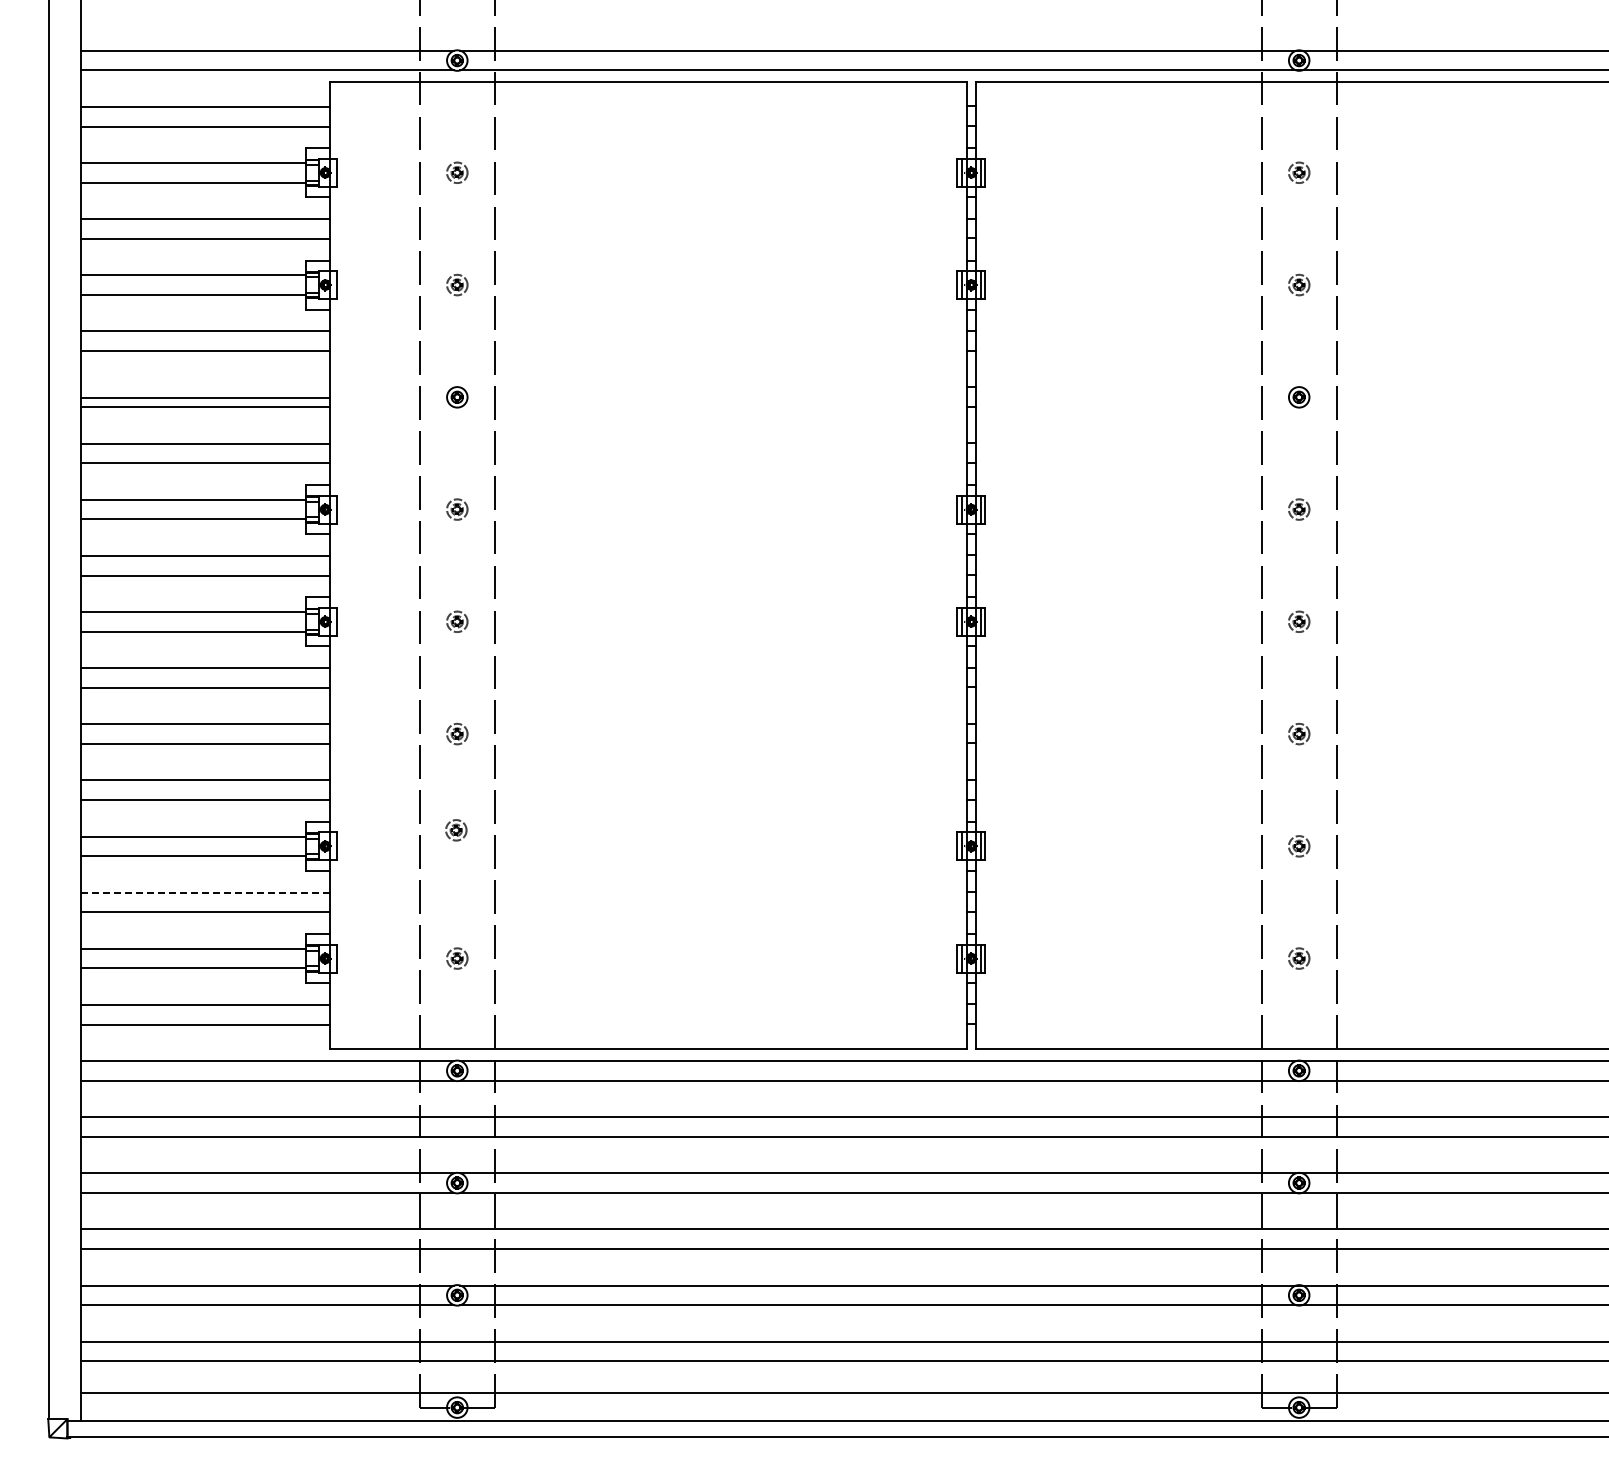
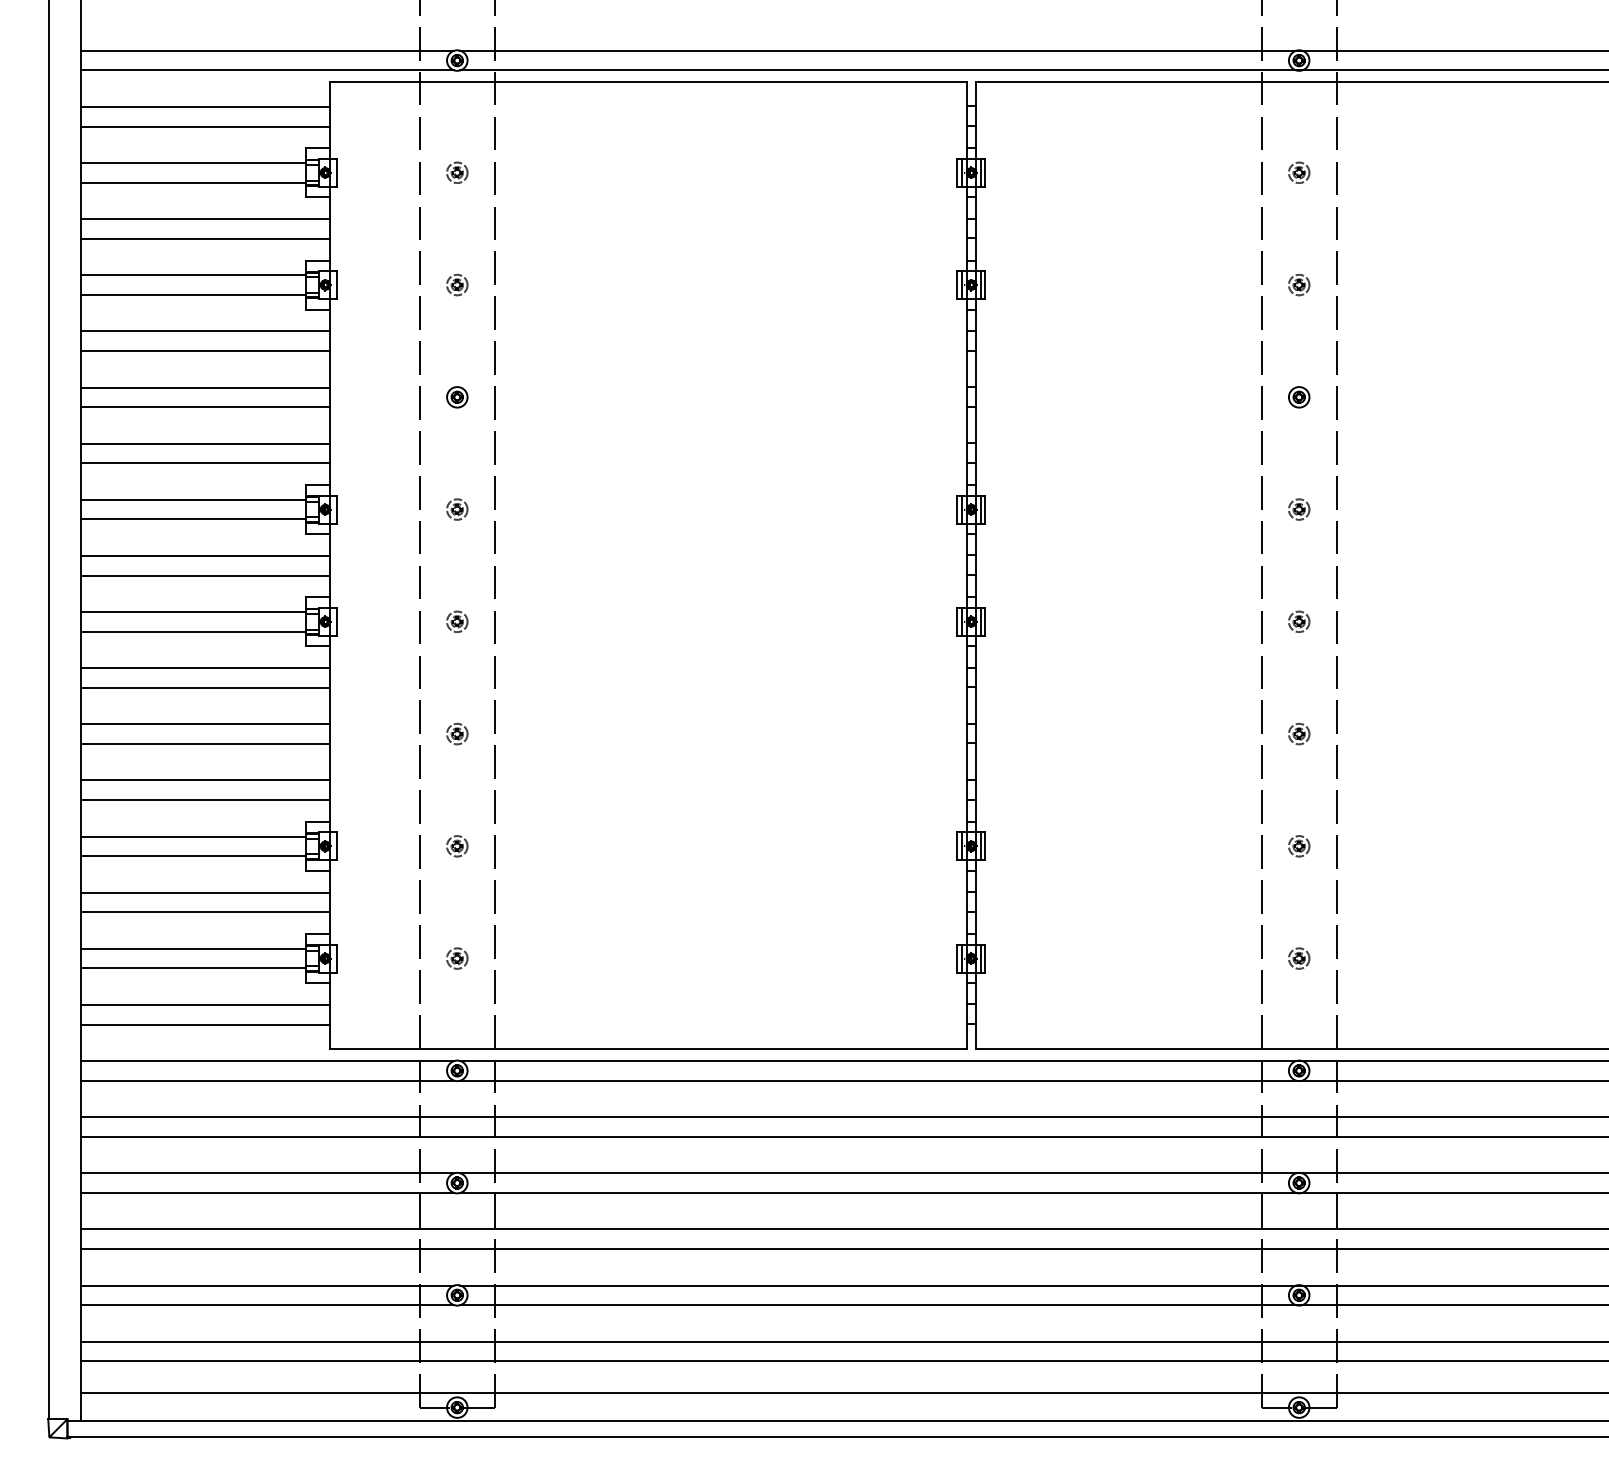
line at (205, 397) position: (205, 397) -> (205, 387)
part at (456, 830) position: (456, 830) -> (457, 846)
line at (206, 892): dashed -> solid
